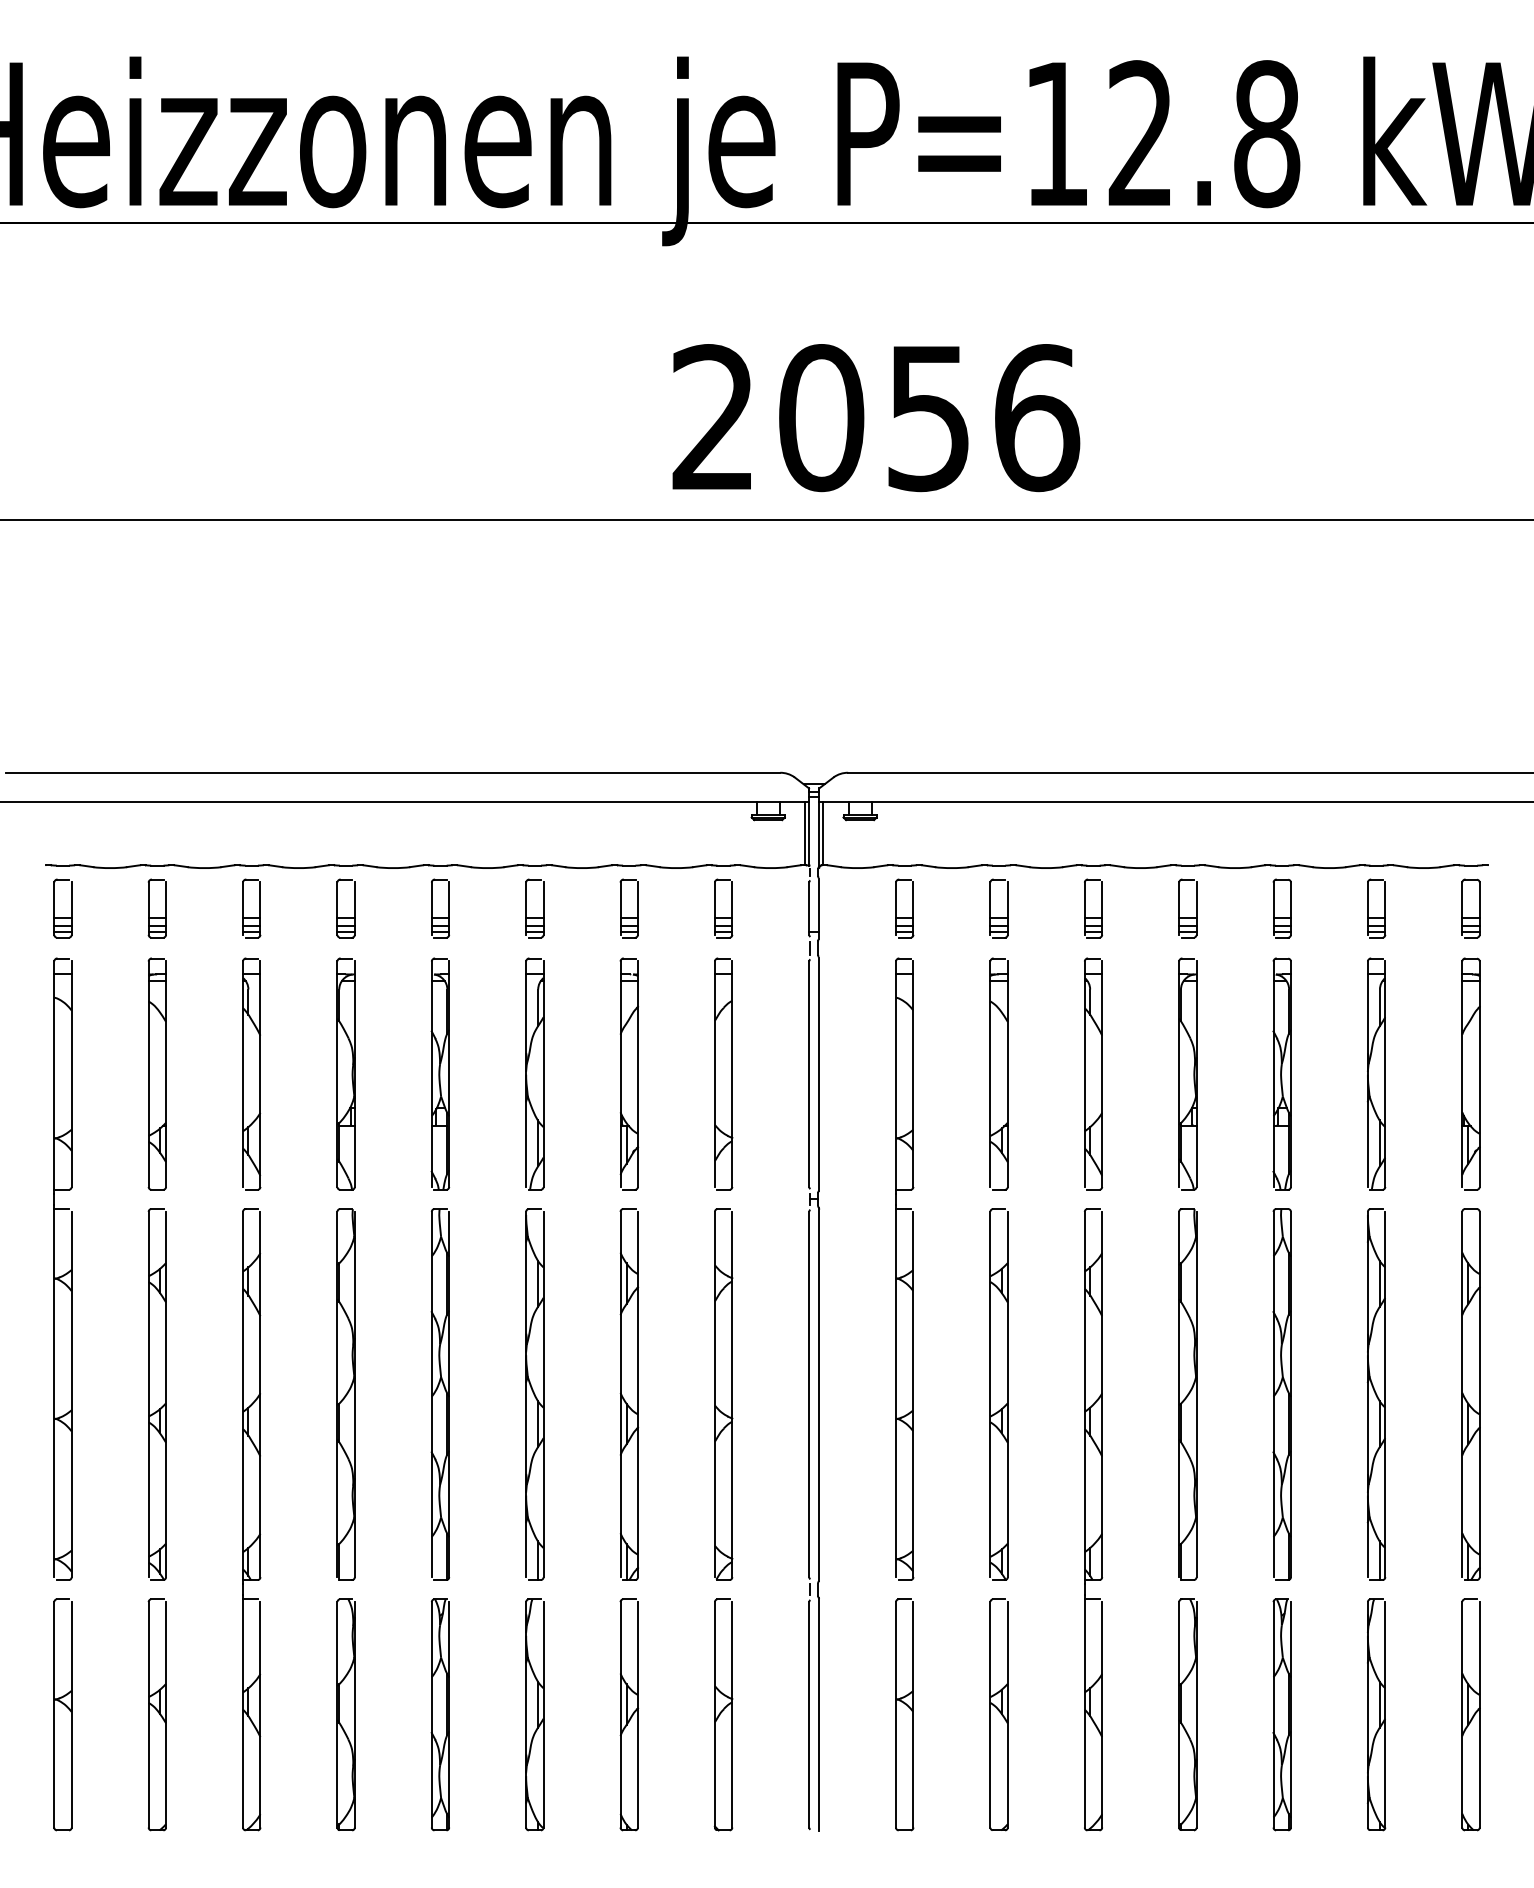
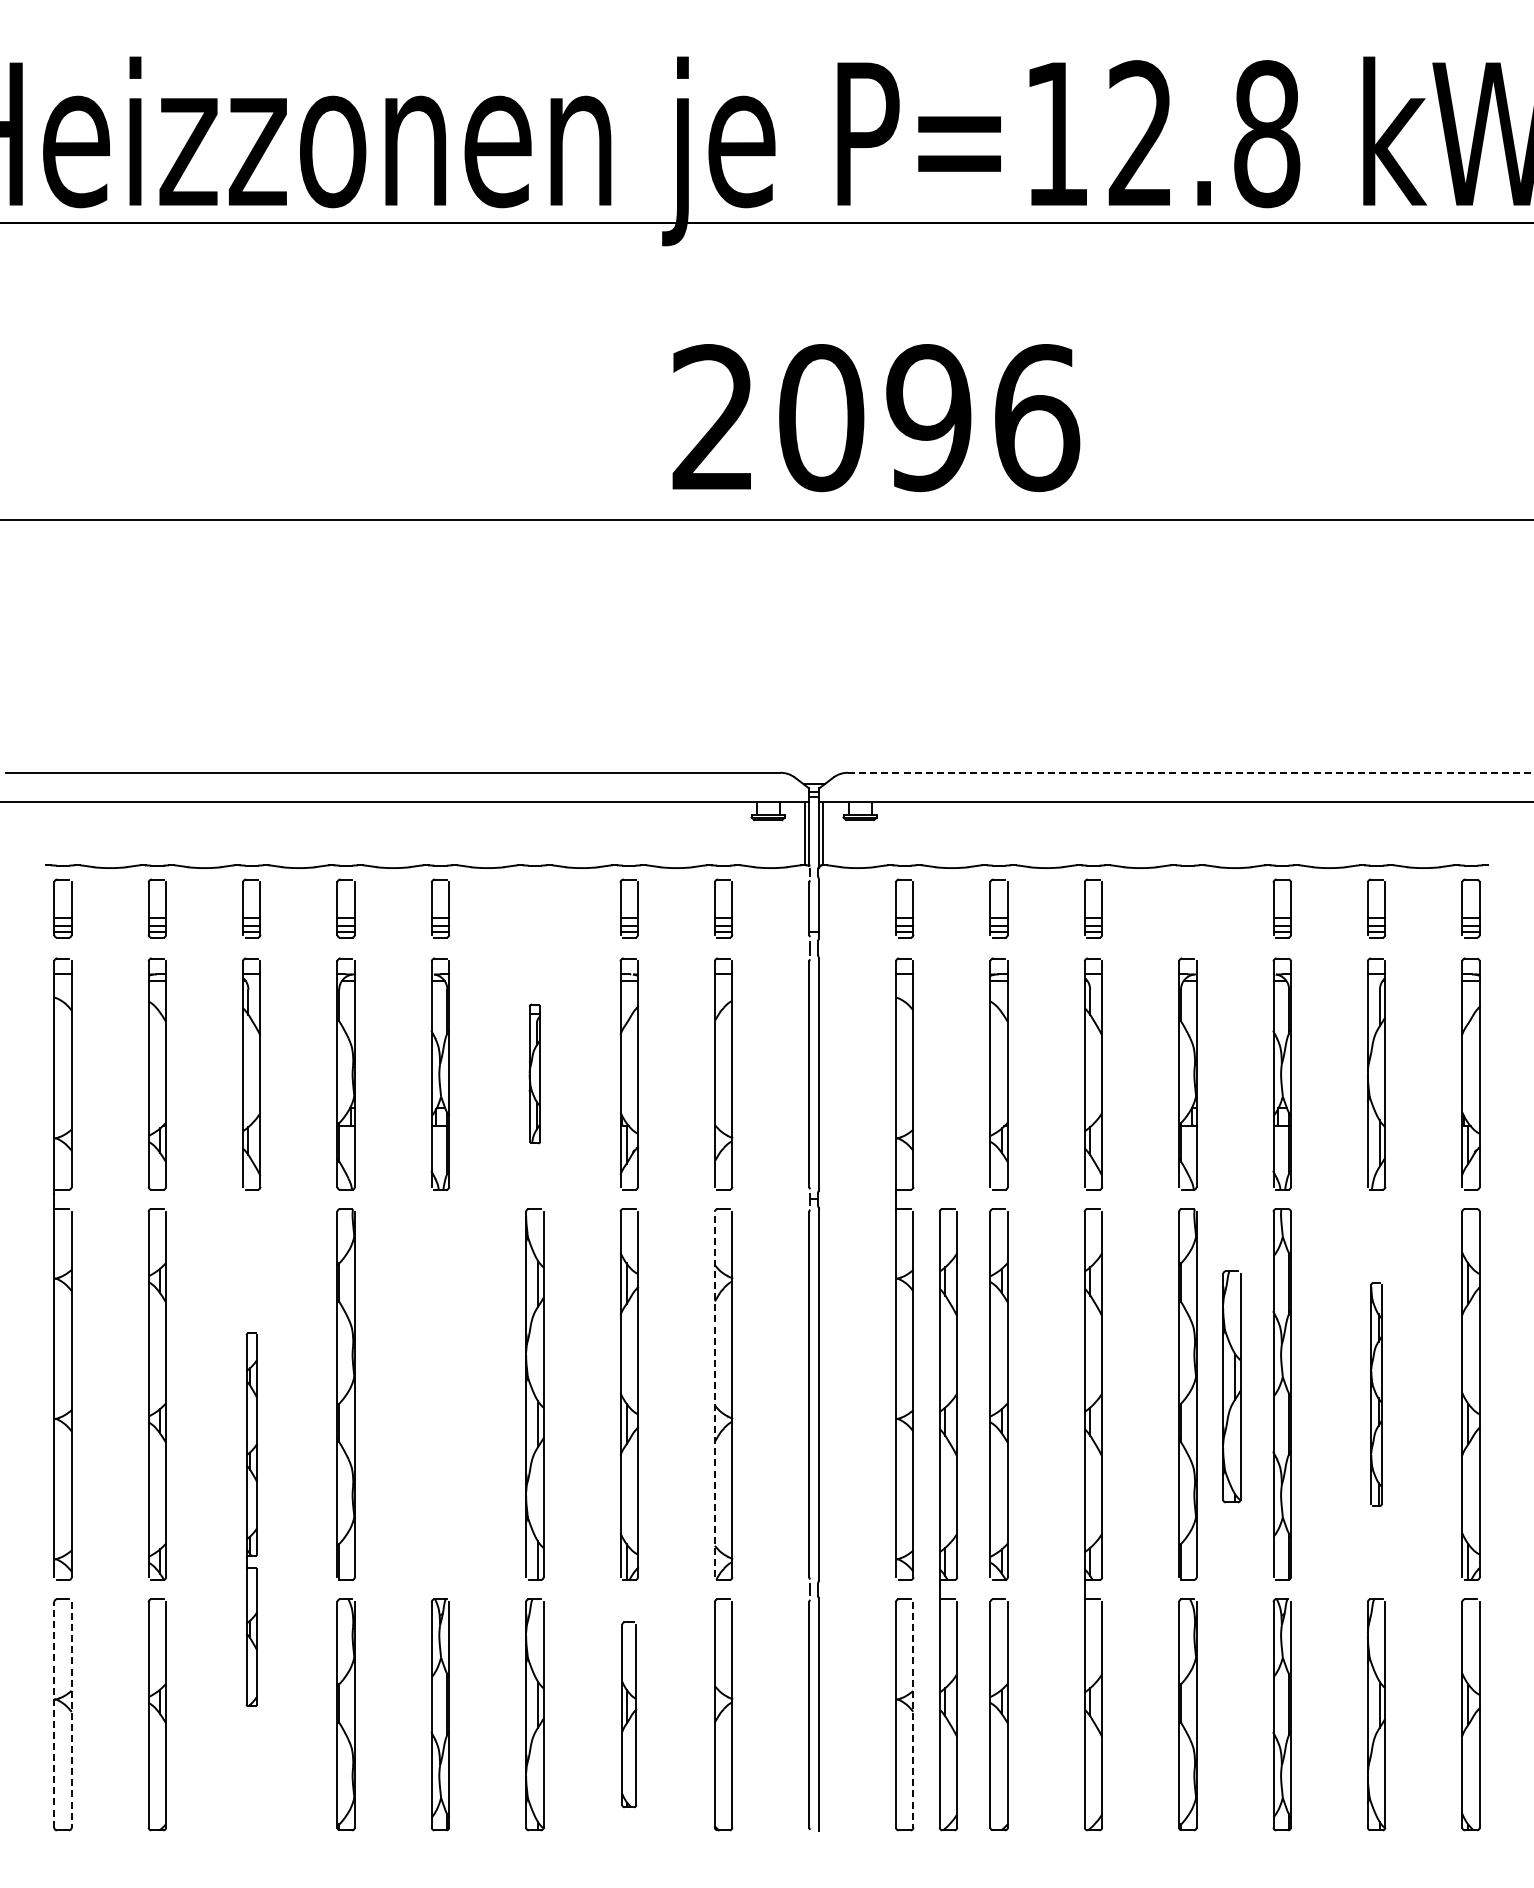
text at (928, 417): 2056 -> 2096
line at (1191, 772): solid -> dashed
part at (526, 908): present -> none
part at (1179, 908): present -> none
part at (534, 1073) size: 20x234 px -> 13x142 px
part at (1231, 1386): none -> present
part at (440, 1394): present -> none
line at (714, 1394): solid -> dashed
part at (1376, 1394) size: 21x373 px -> 13x225 px
part at (251, 1519) size: 20x624 px -> 13x375 px
part at (947, 1519): none -> present
line at (54, 1714): solid -> dashed
line at (71, 1714): solid -> dashed
part at (629, 1714) size: 21x234 px -> 17x188 px
line at (913, 1714): solid -> dashed
